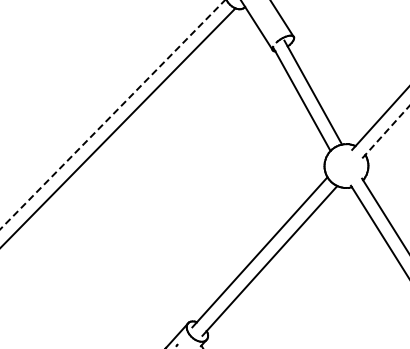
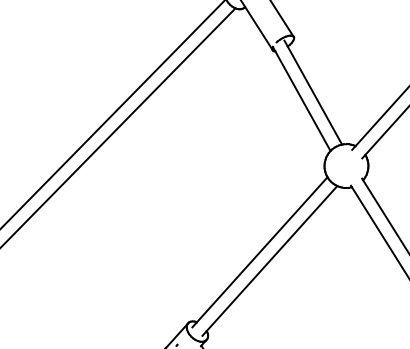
line at (112, 115): dashed -> solid
line at (386, 131): dashed -> solid
